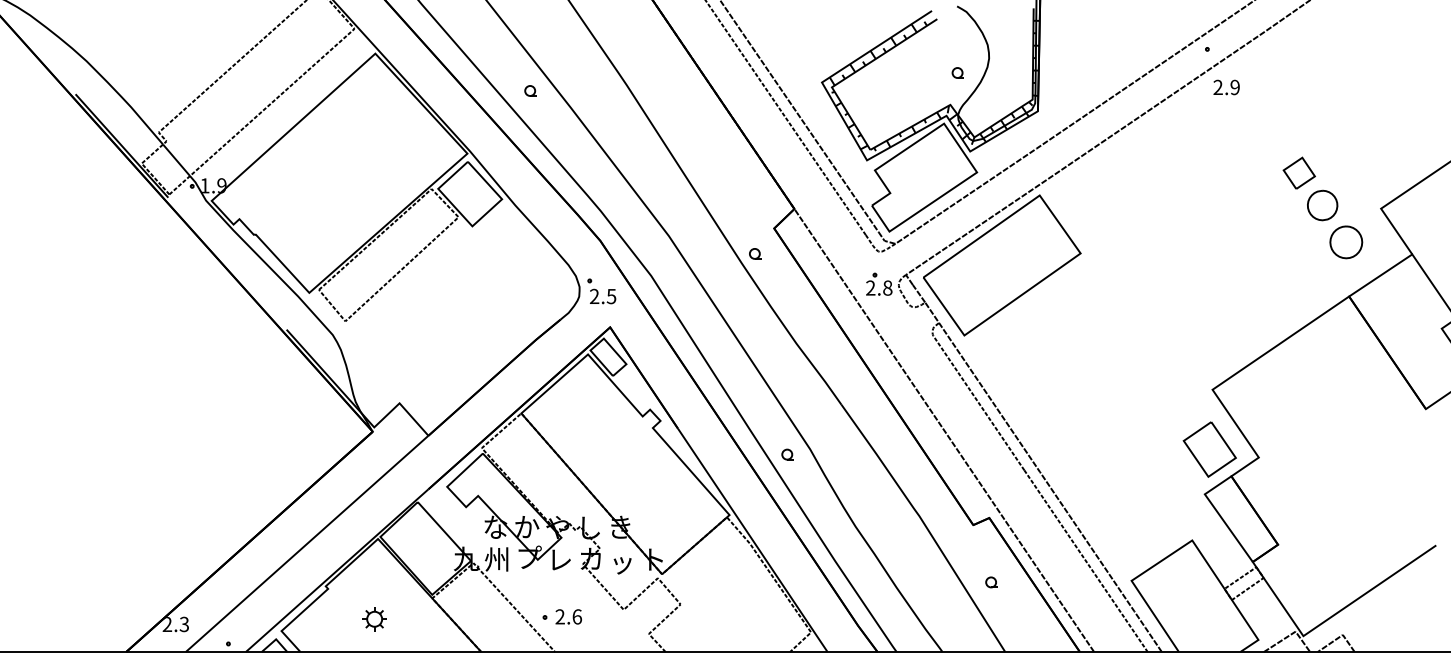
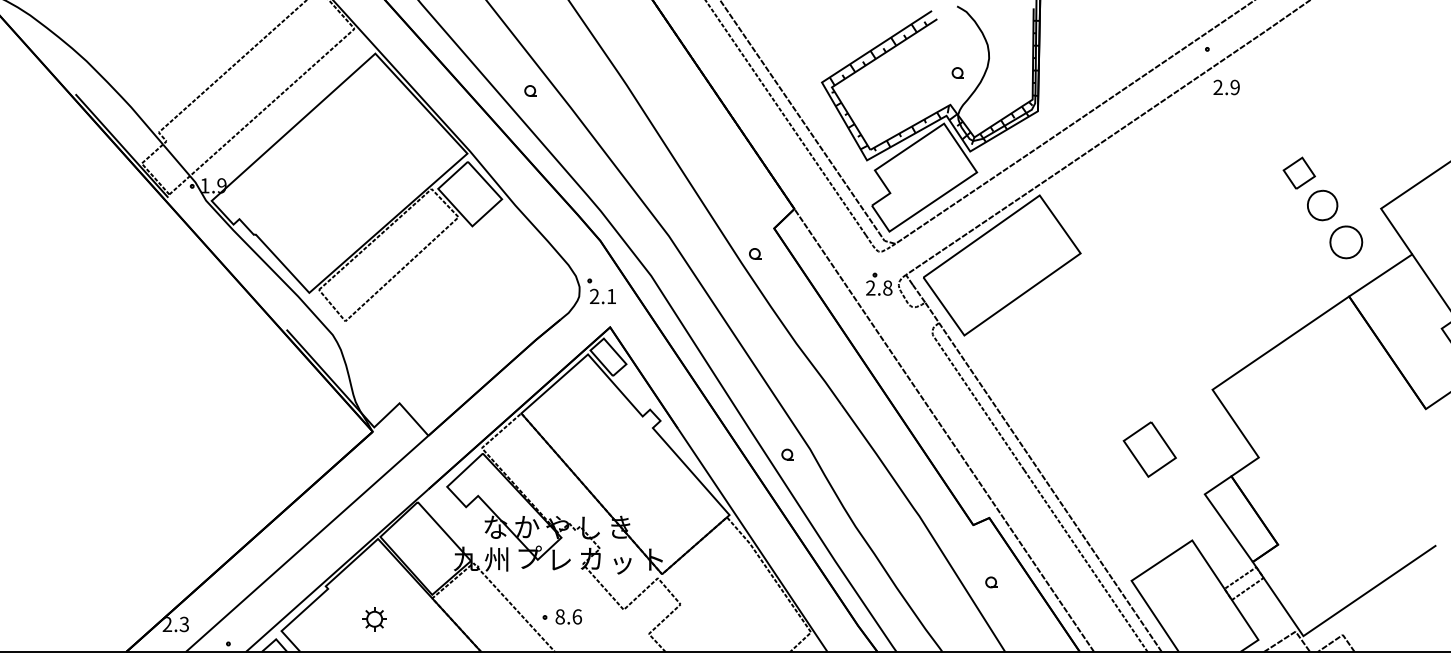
text at (611, 296): 2.5 -> 2.1
part at (1209, 449) position: (1209, 449) -> (1149, 449)
text at (559, 616): 2.6 -> 8.6
